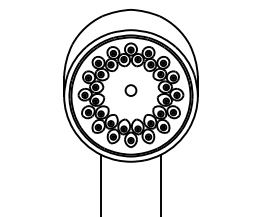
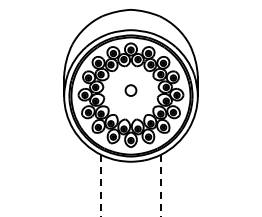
line at (101, 185): solid -> dashed
line at (160, 185): solid -> dashed
